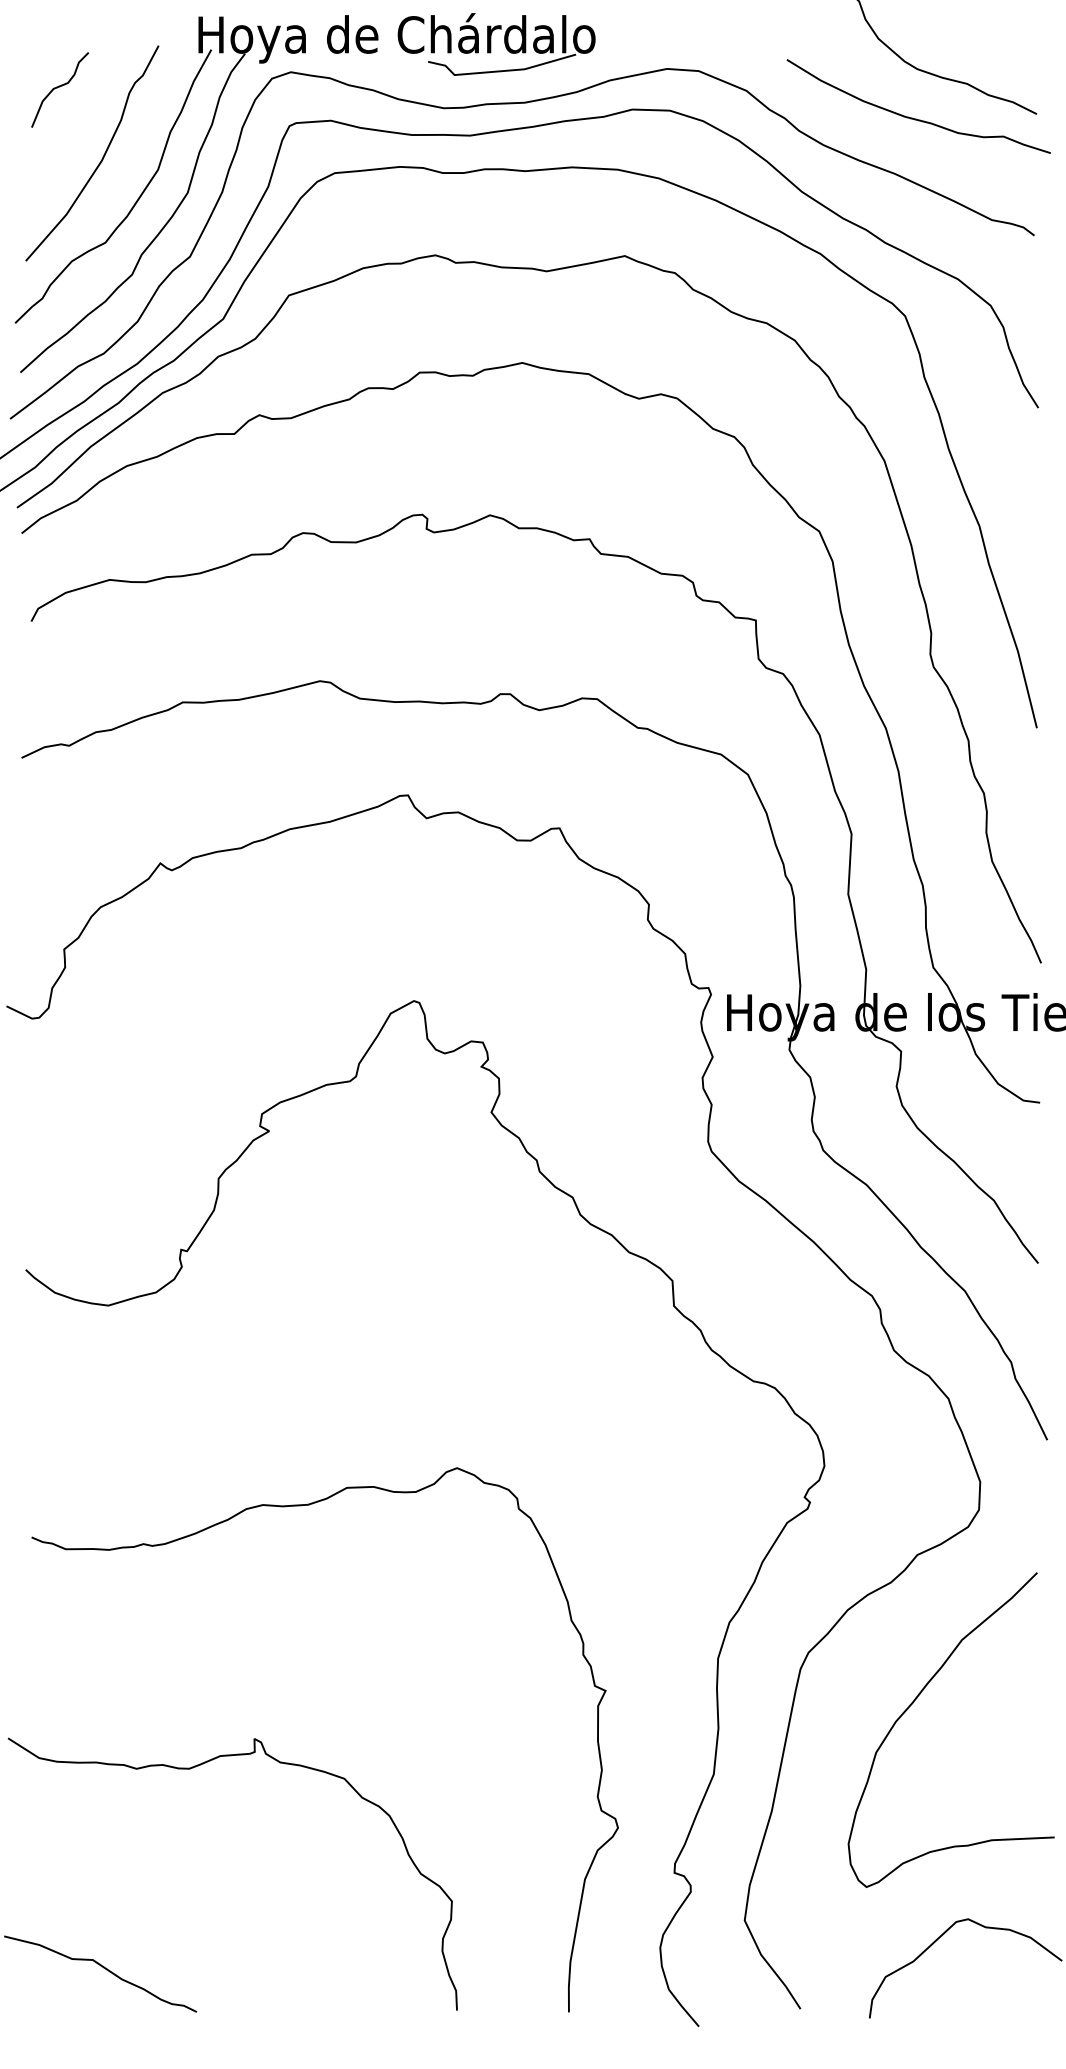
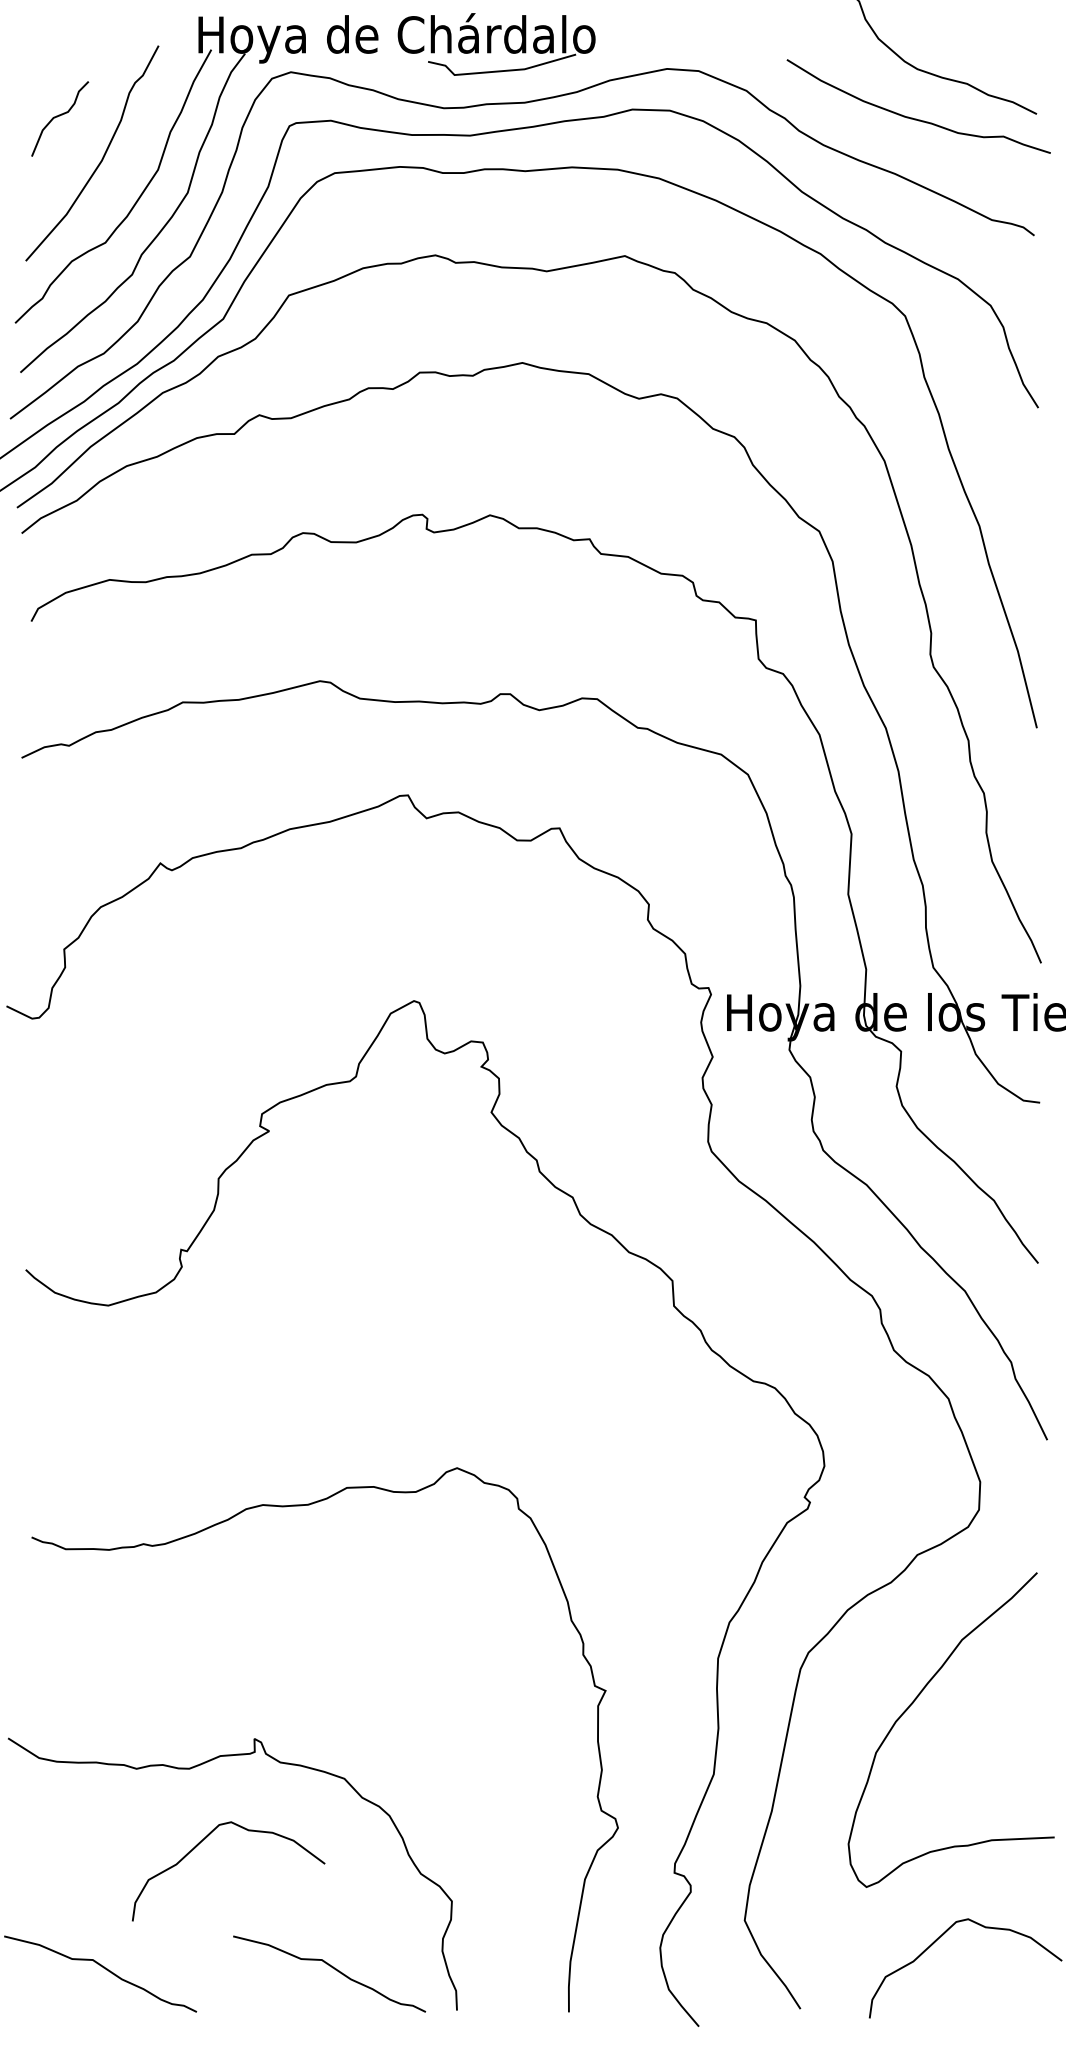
part at (60, 89) position: (60, 89) -> (60, 118)
curve at (200, 1843): none -> present
part at (329, 1973): none -> present
